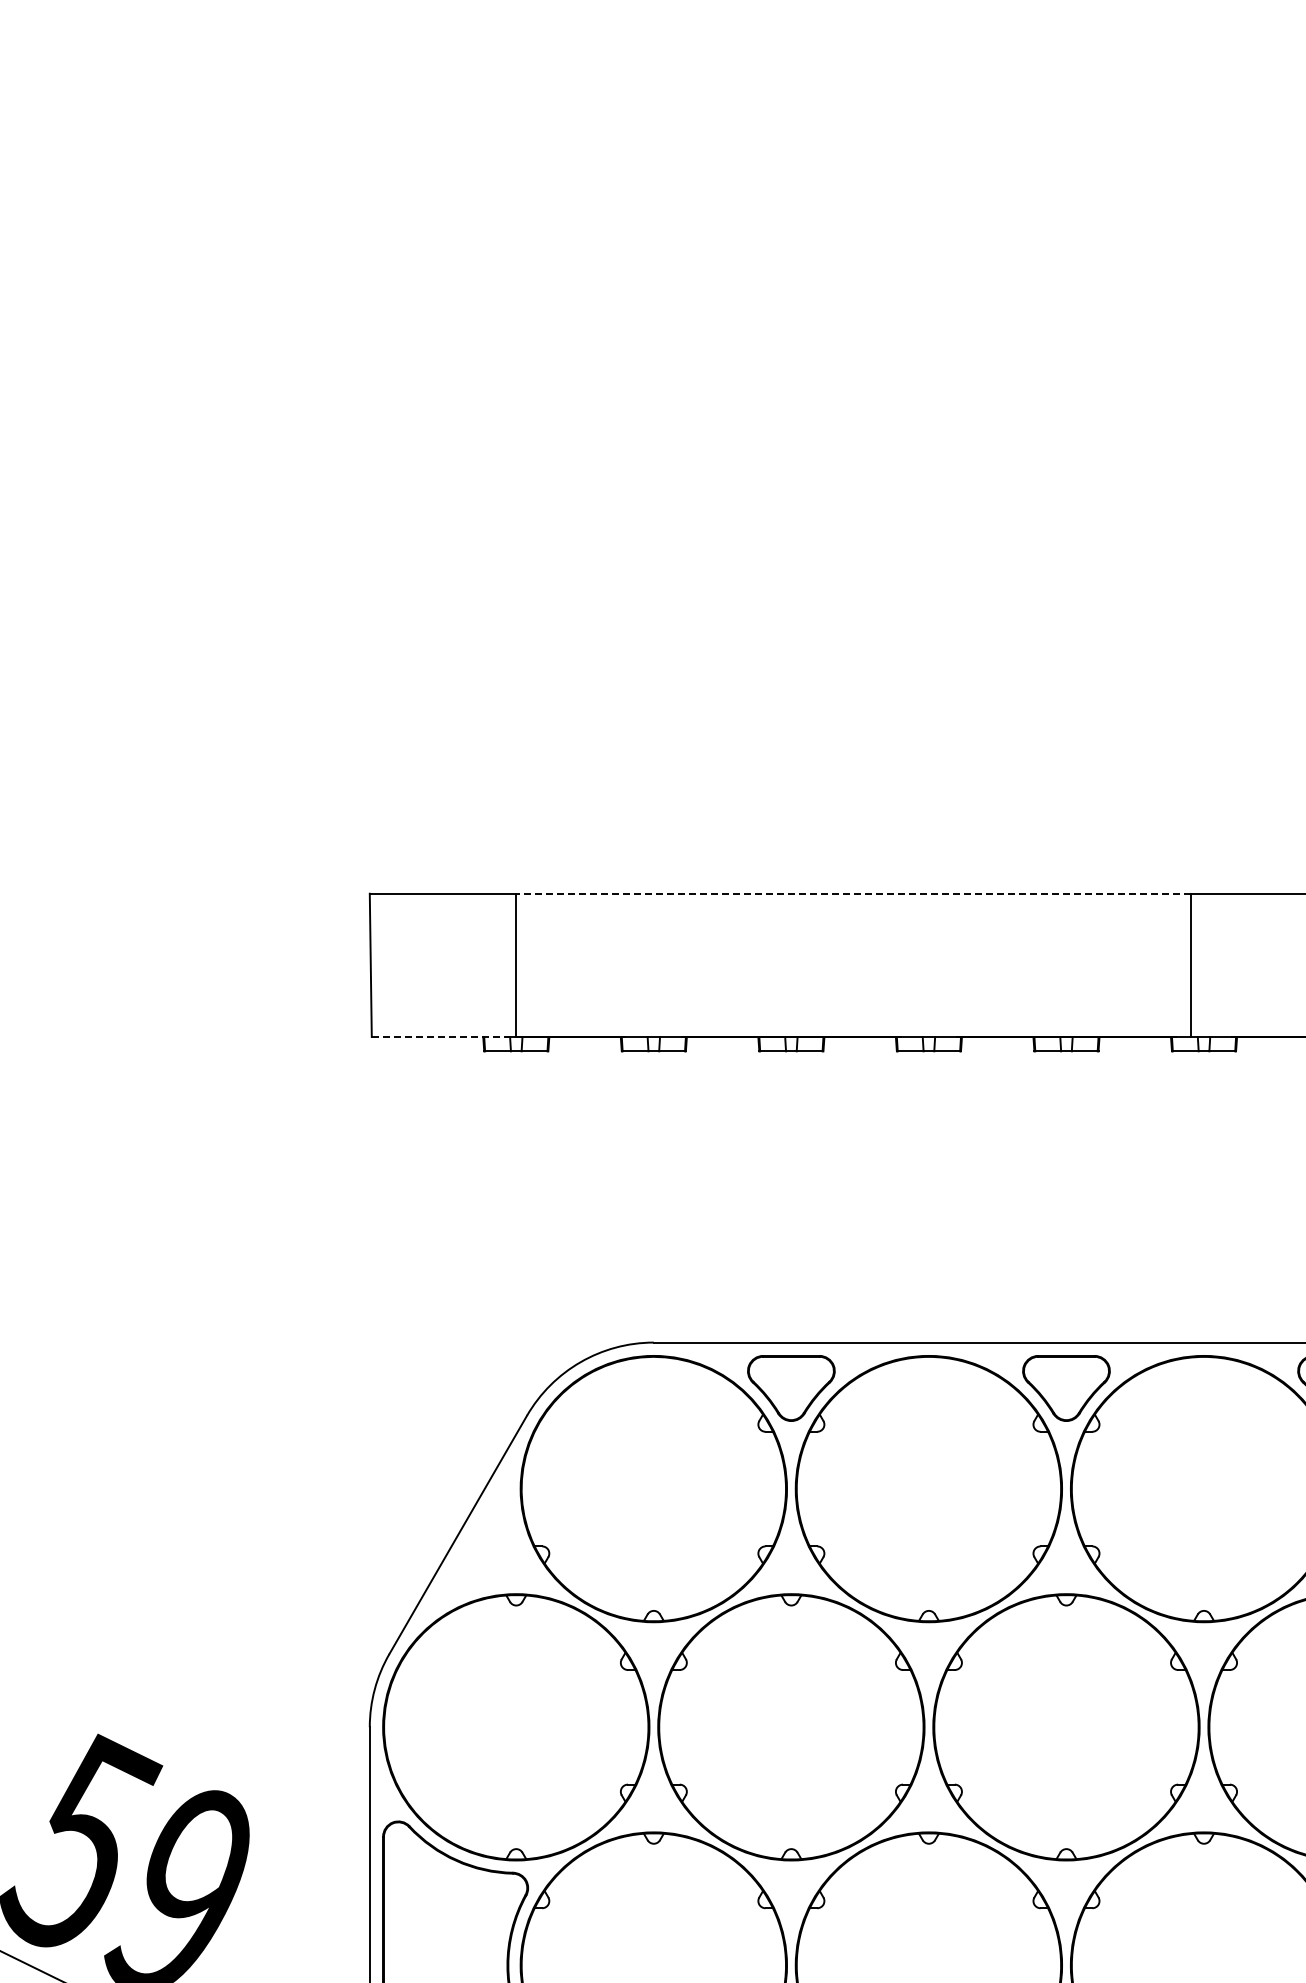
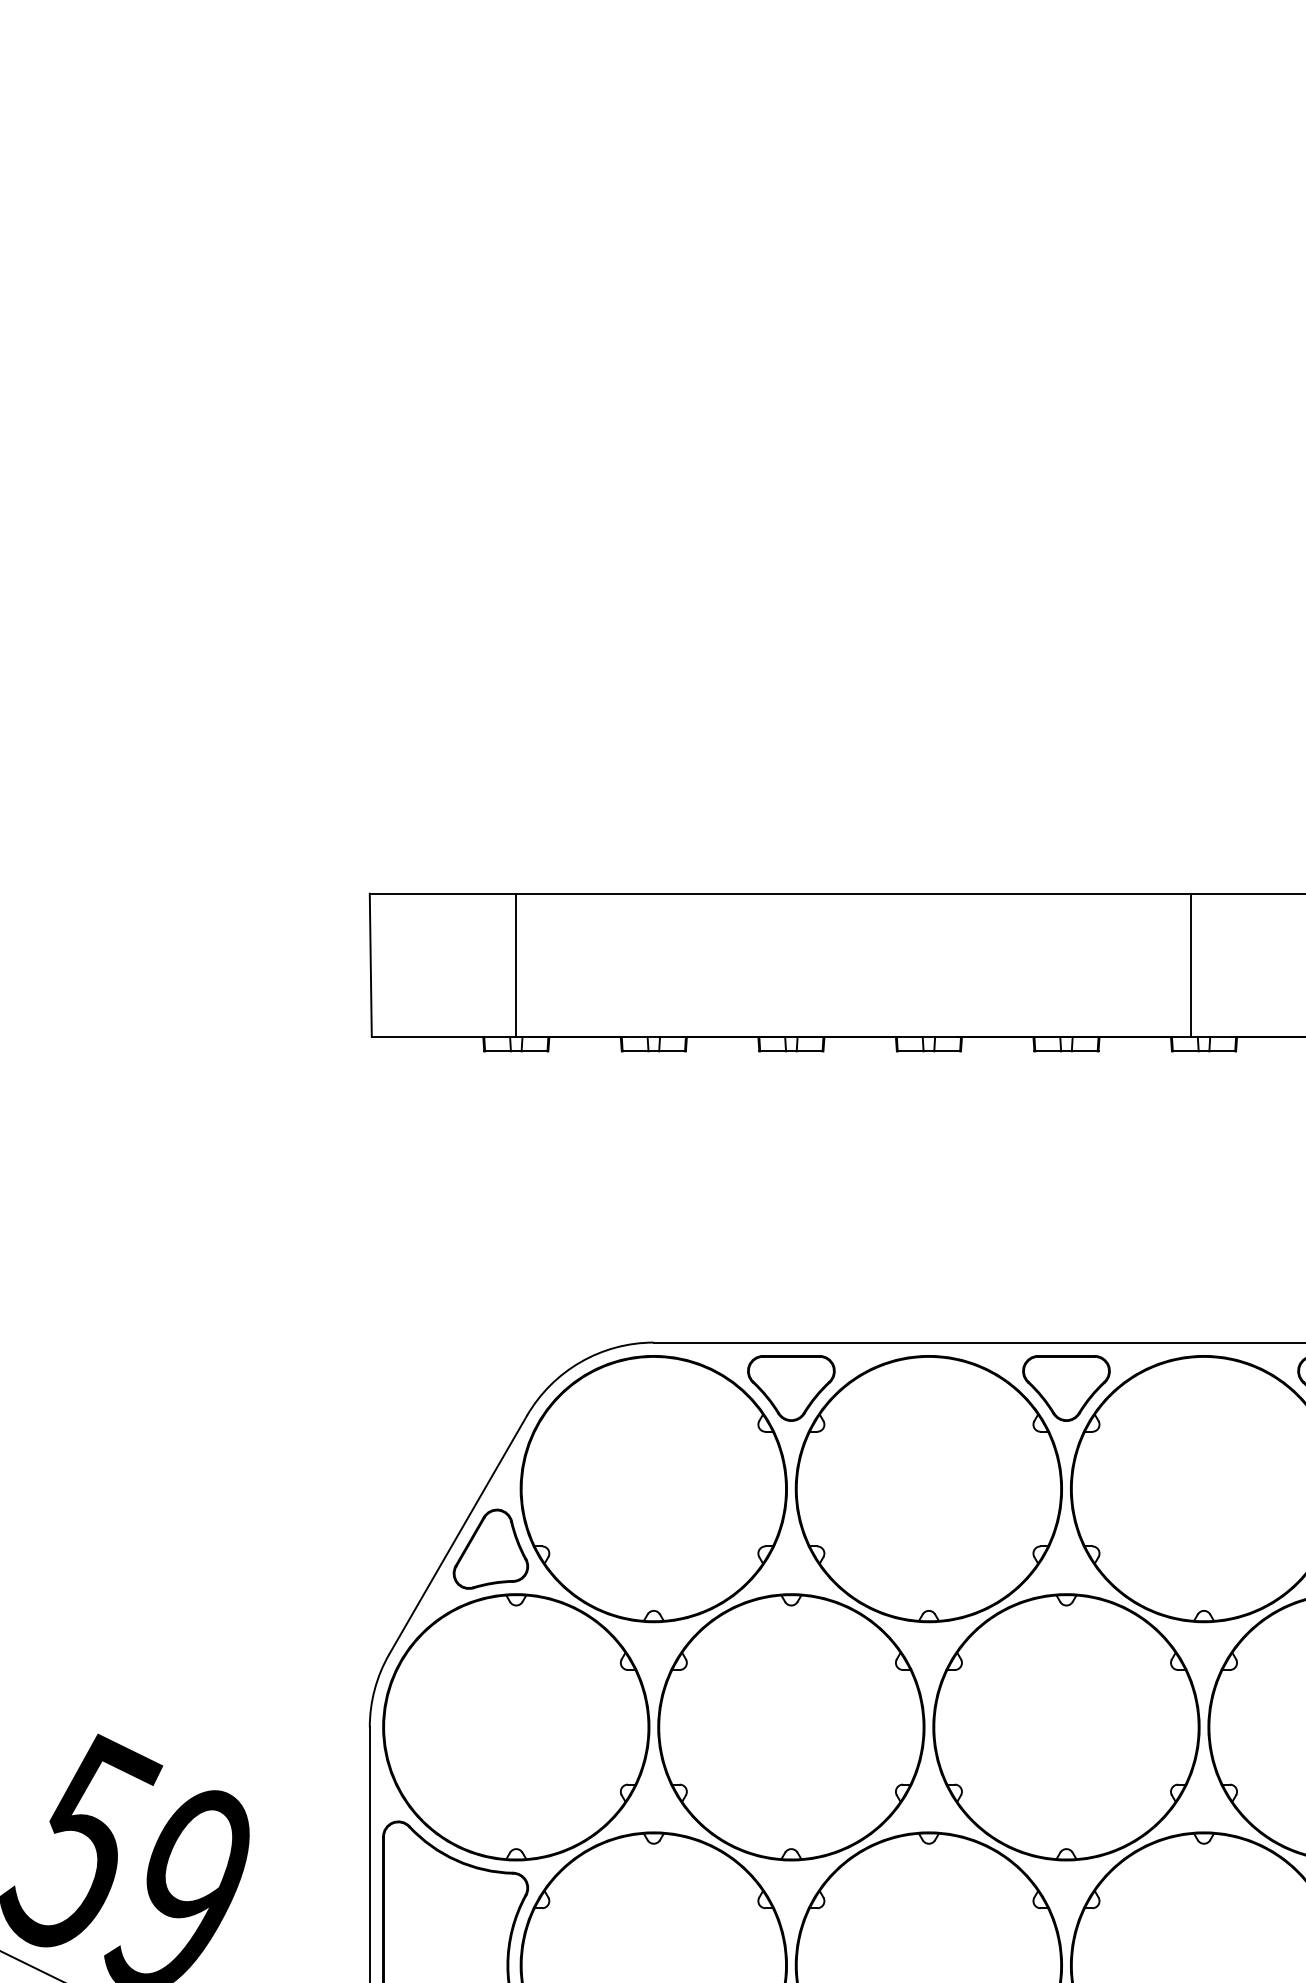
line at (853, 893): dashed -> solid
line at (444, 1037): dashed -> solid
part at (490, 1548): none -> present
